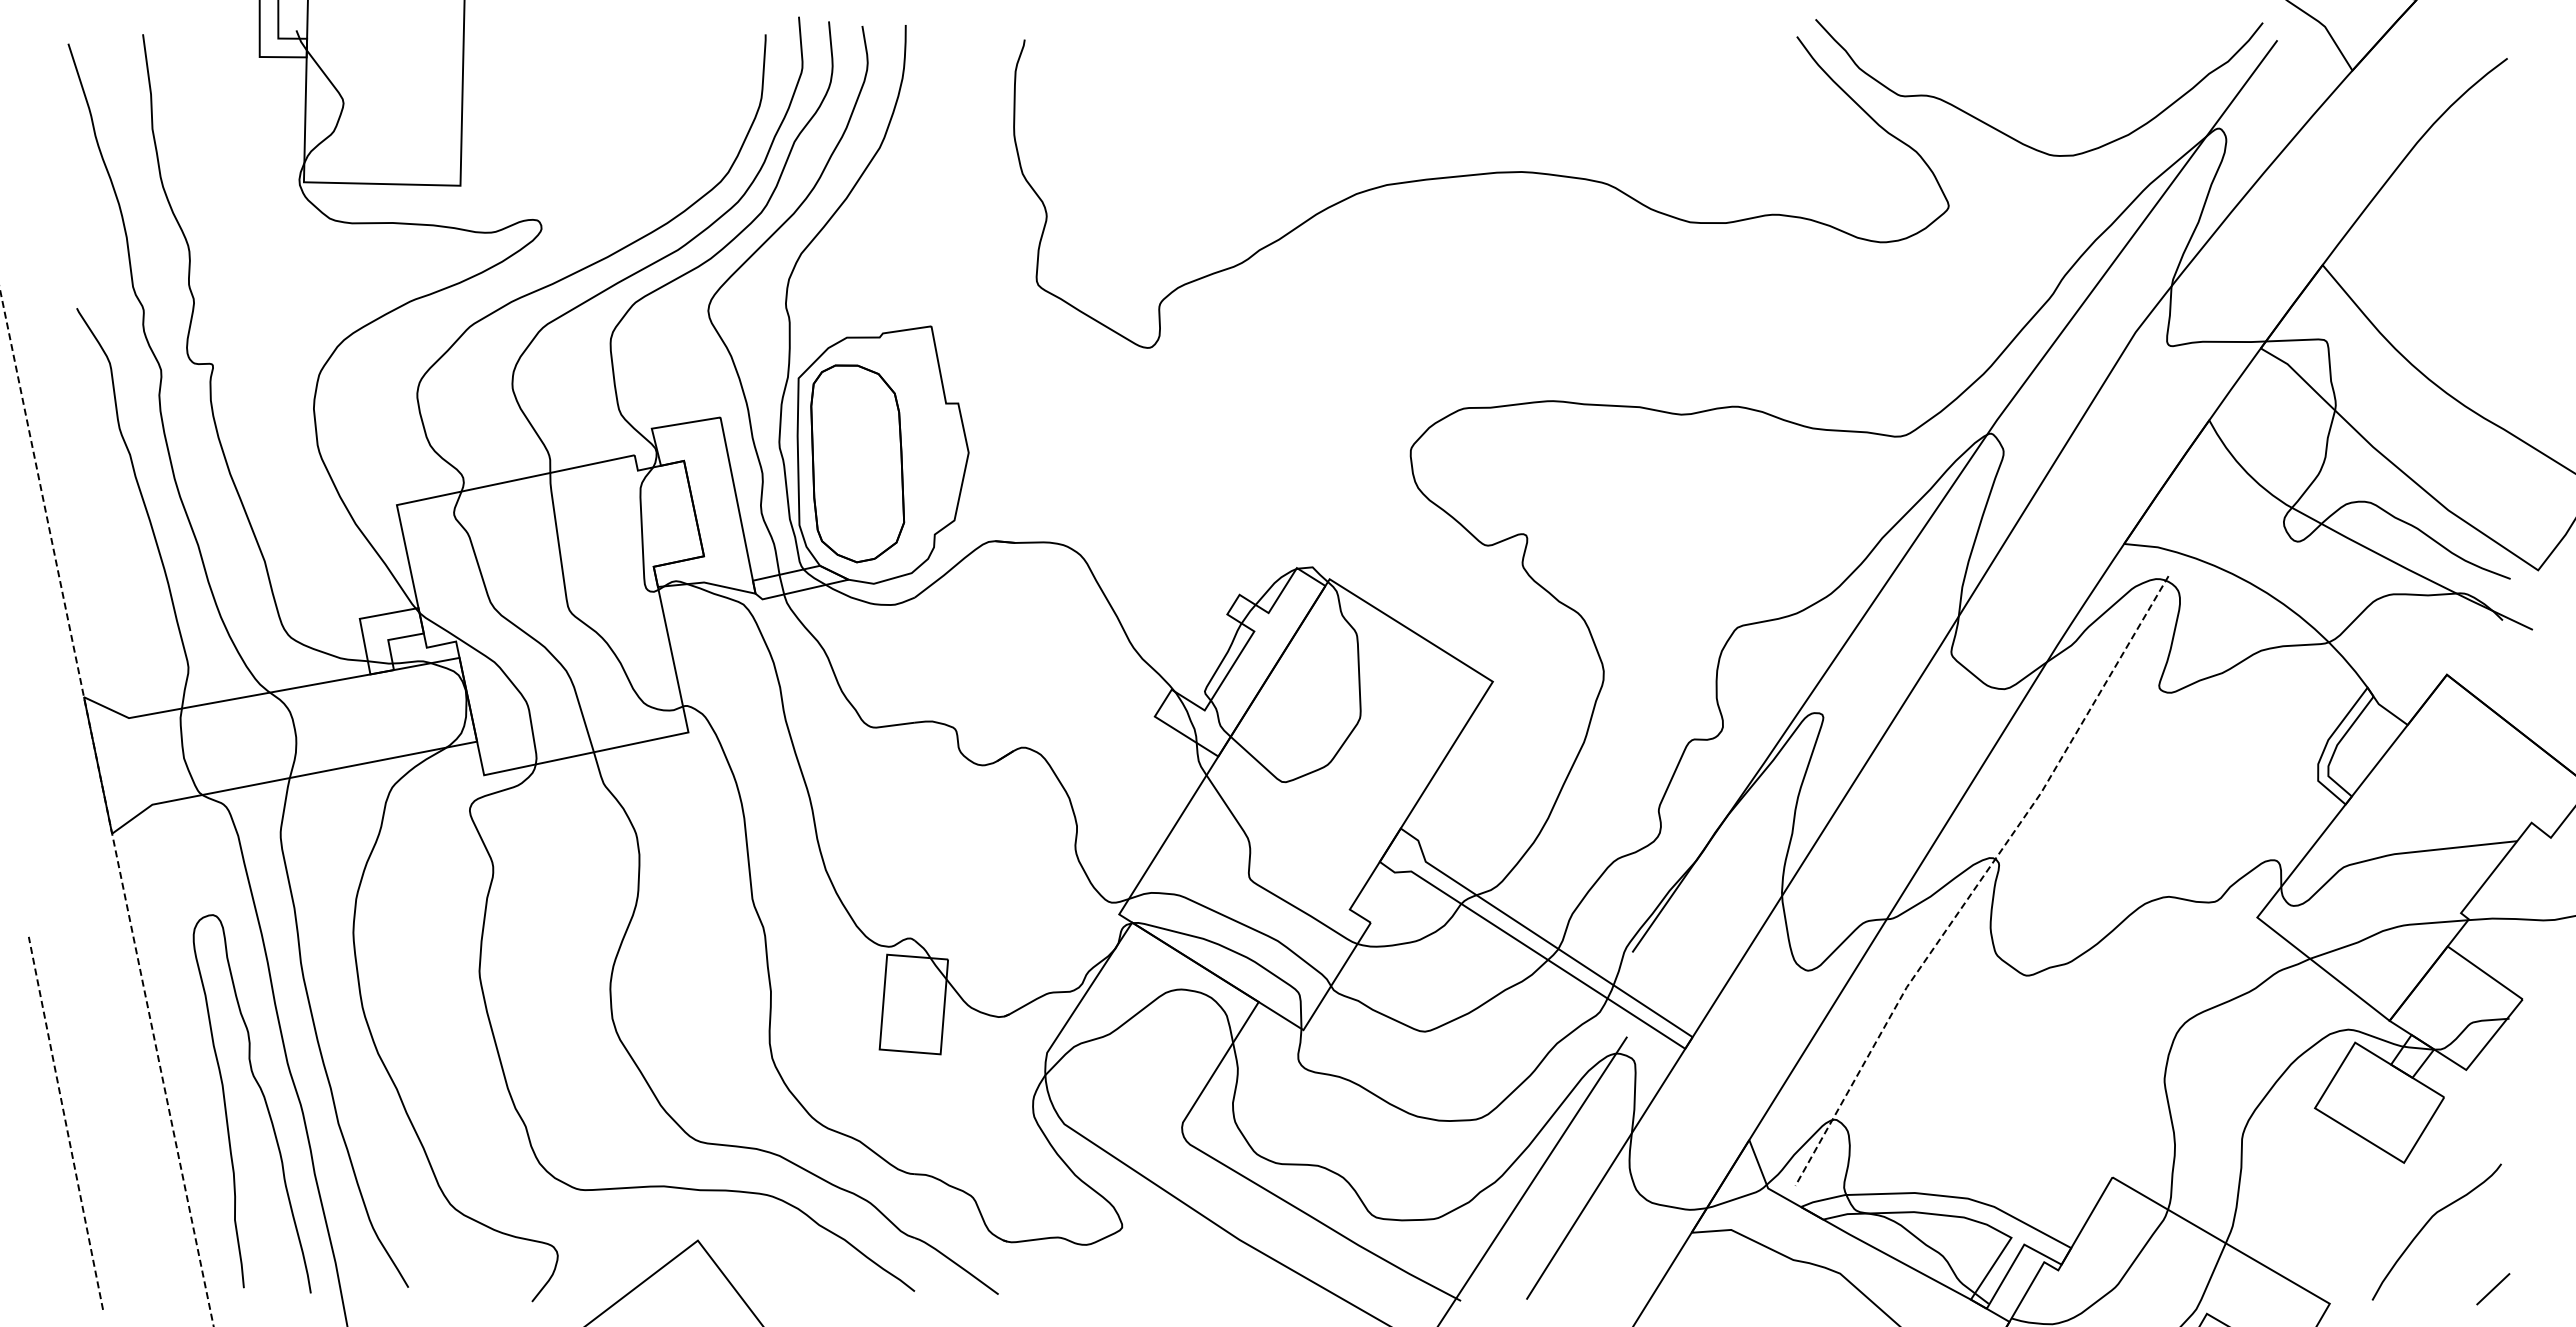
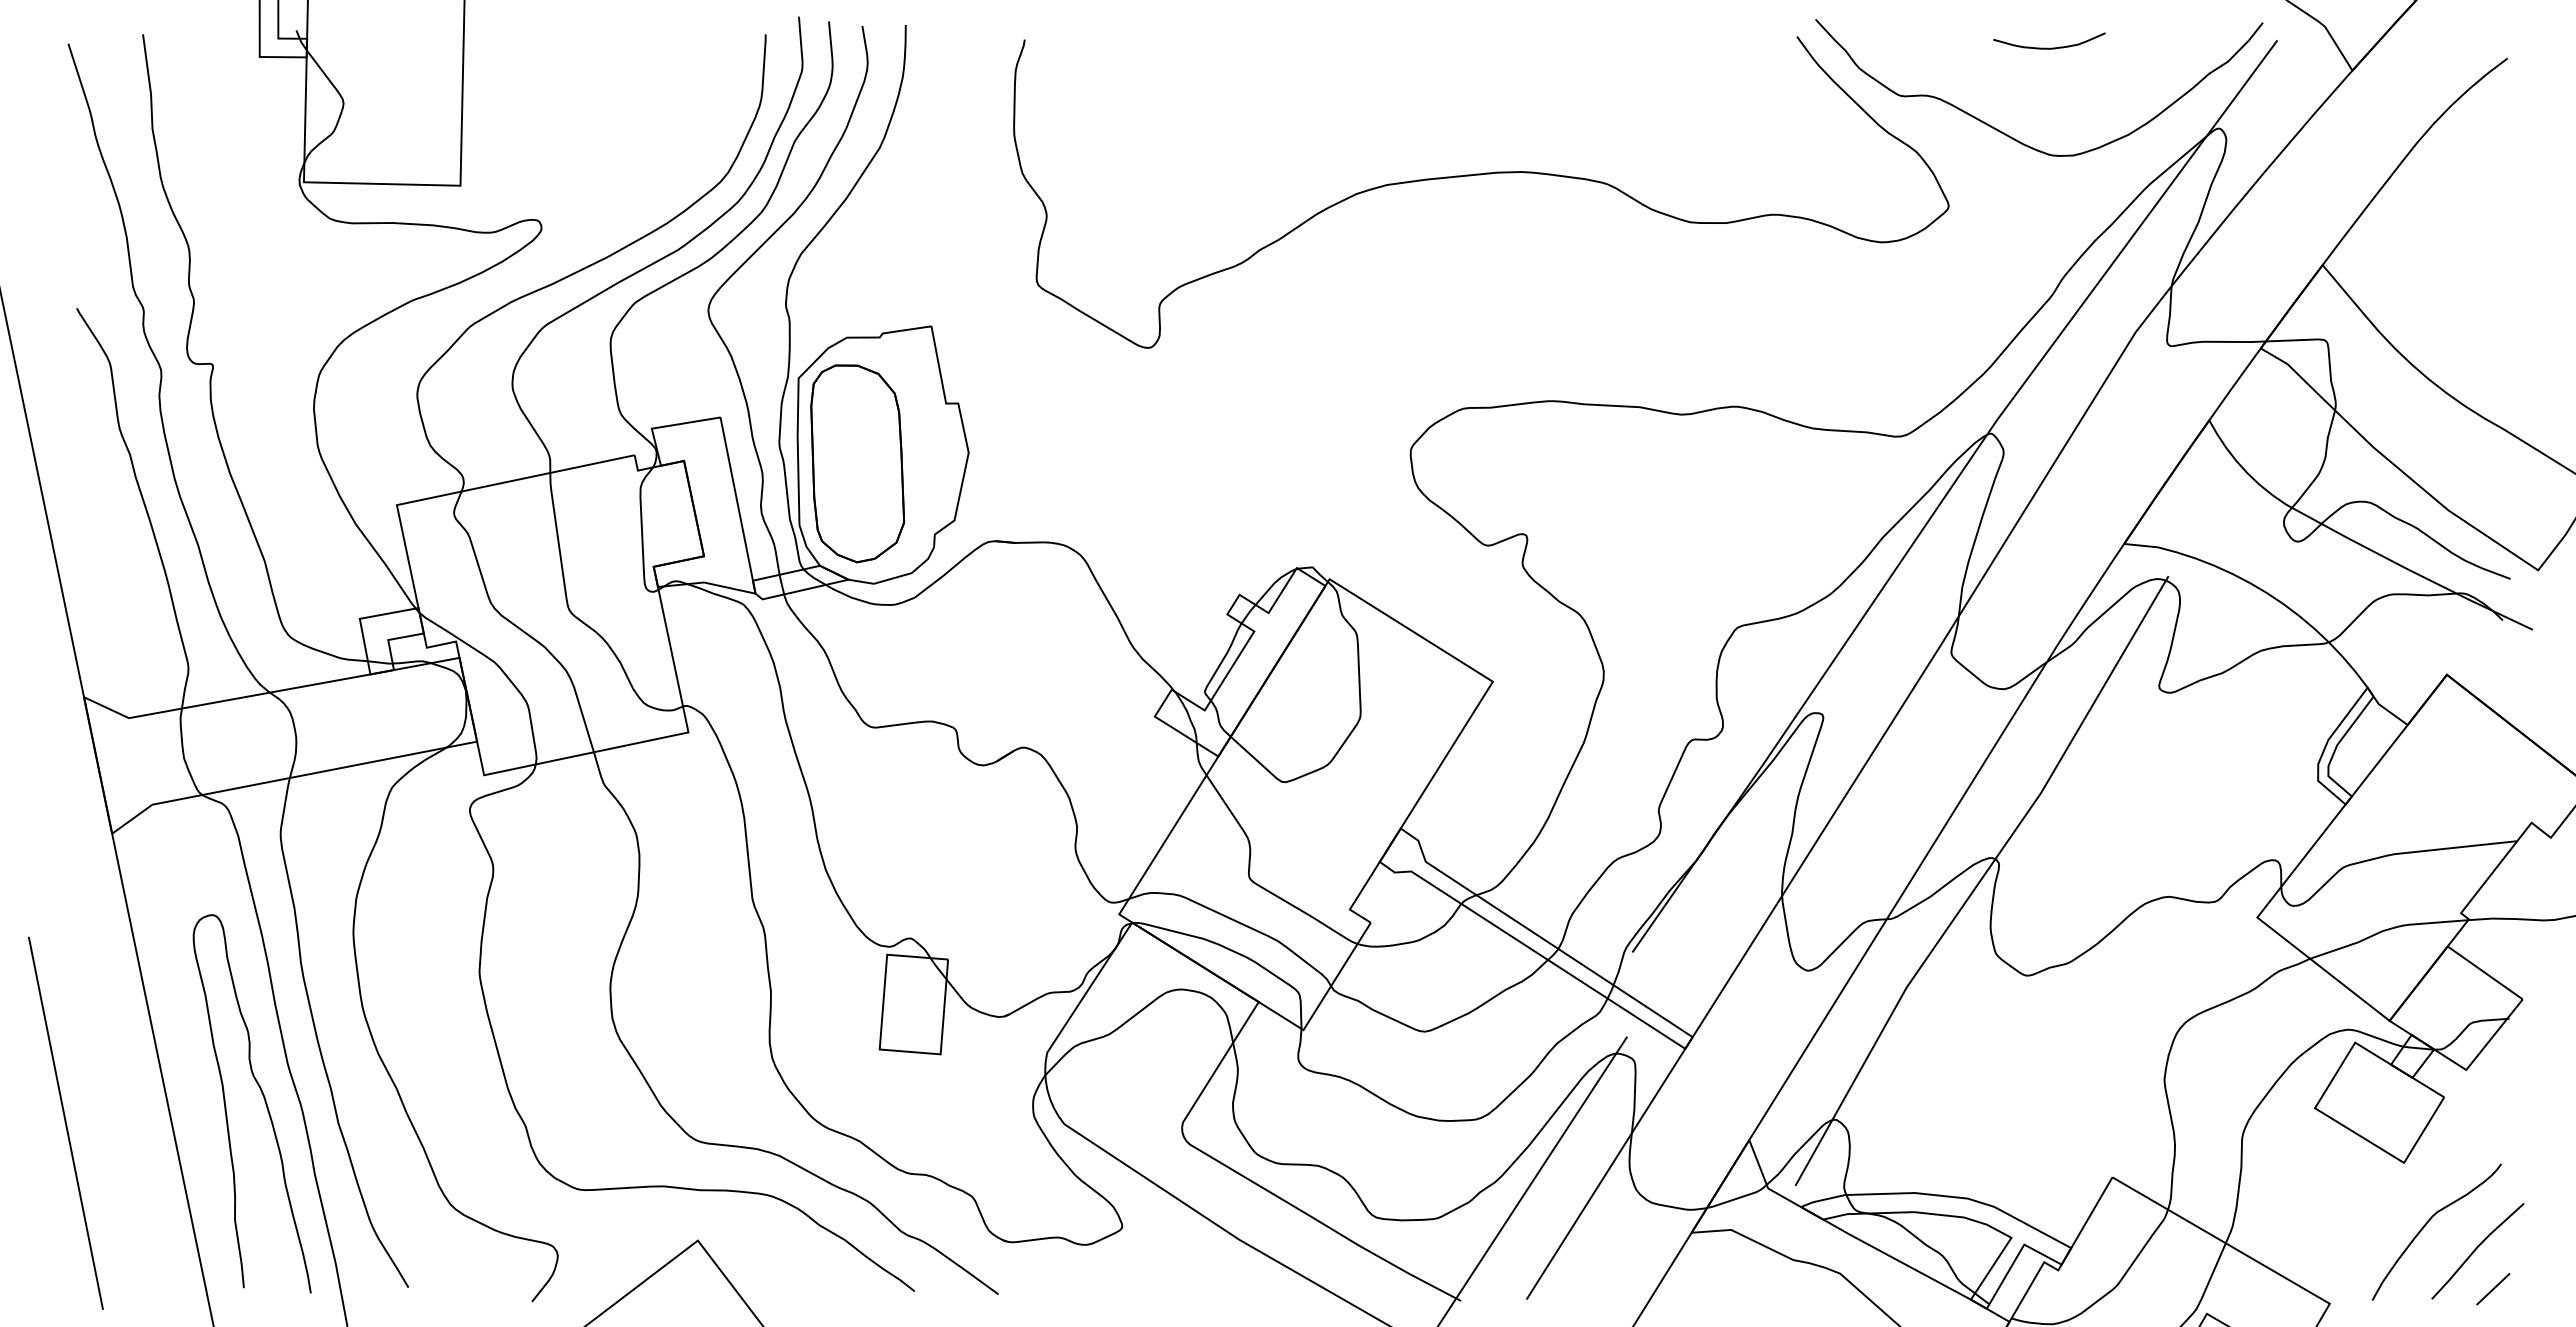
curve at (2049, 47): none -> present
line at (106, 808): dashed -> solid
line at (1980, 880): dashed -> solid
line at (65, 1122): dashed -> solid
line at (2475, 1251): none -> present
